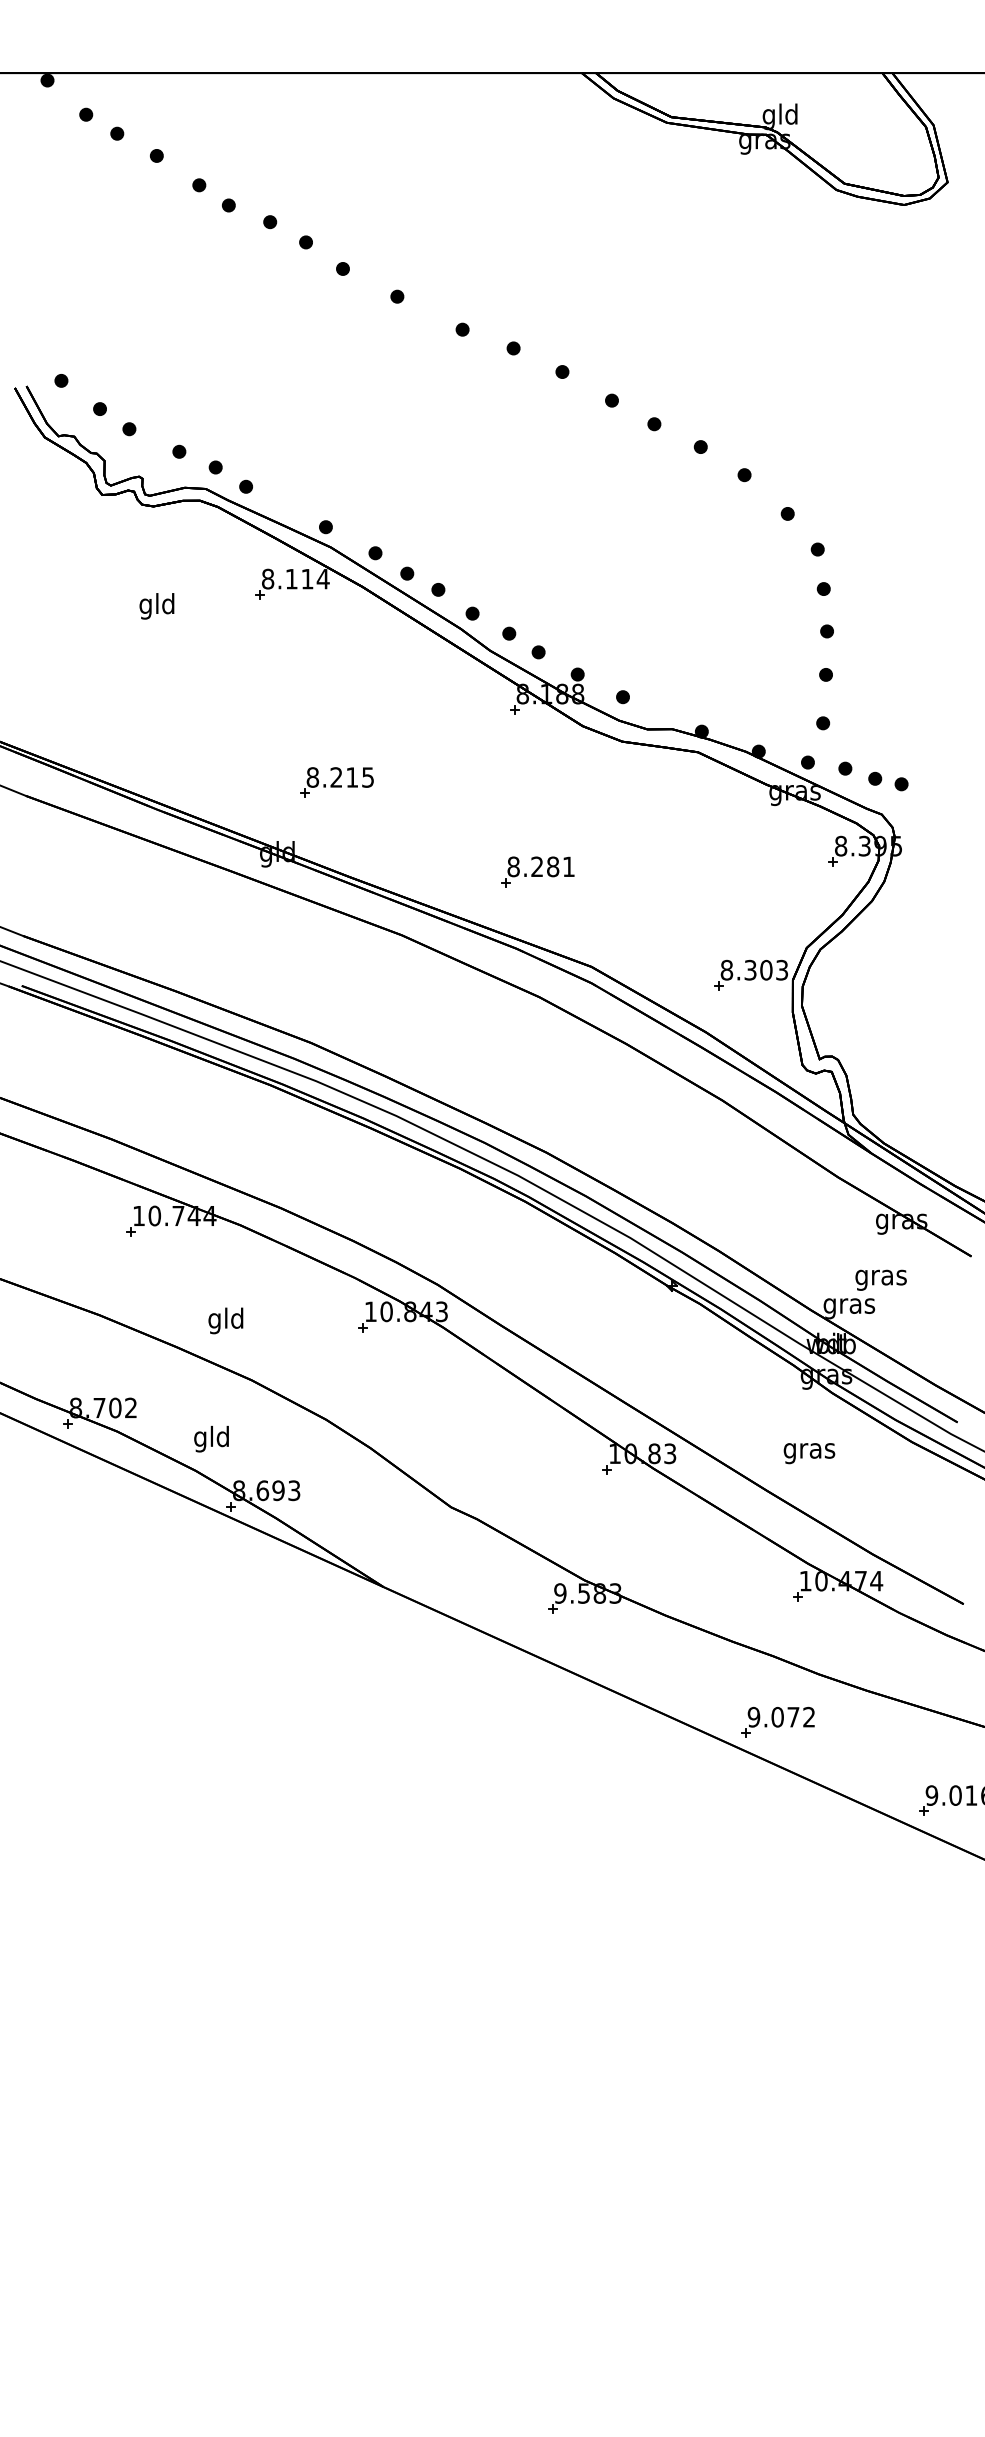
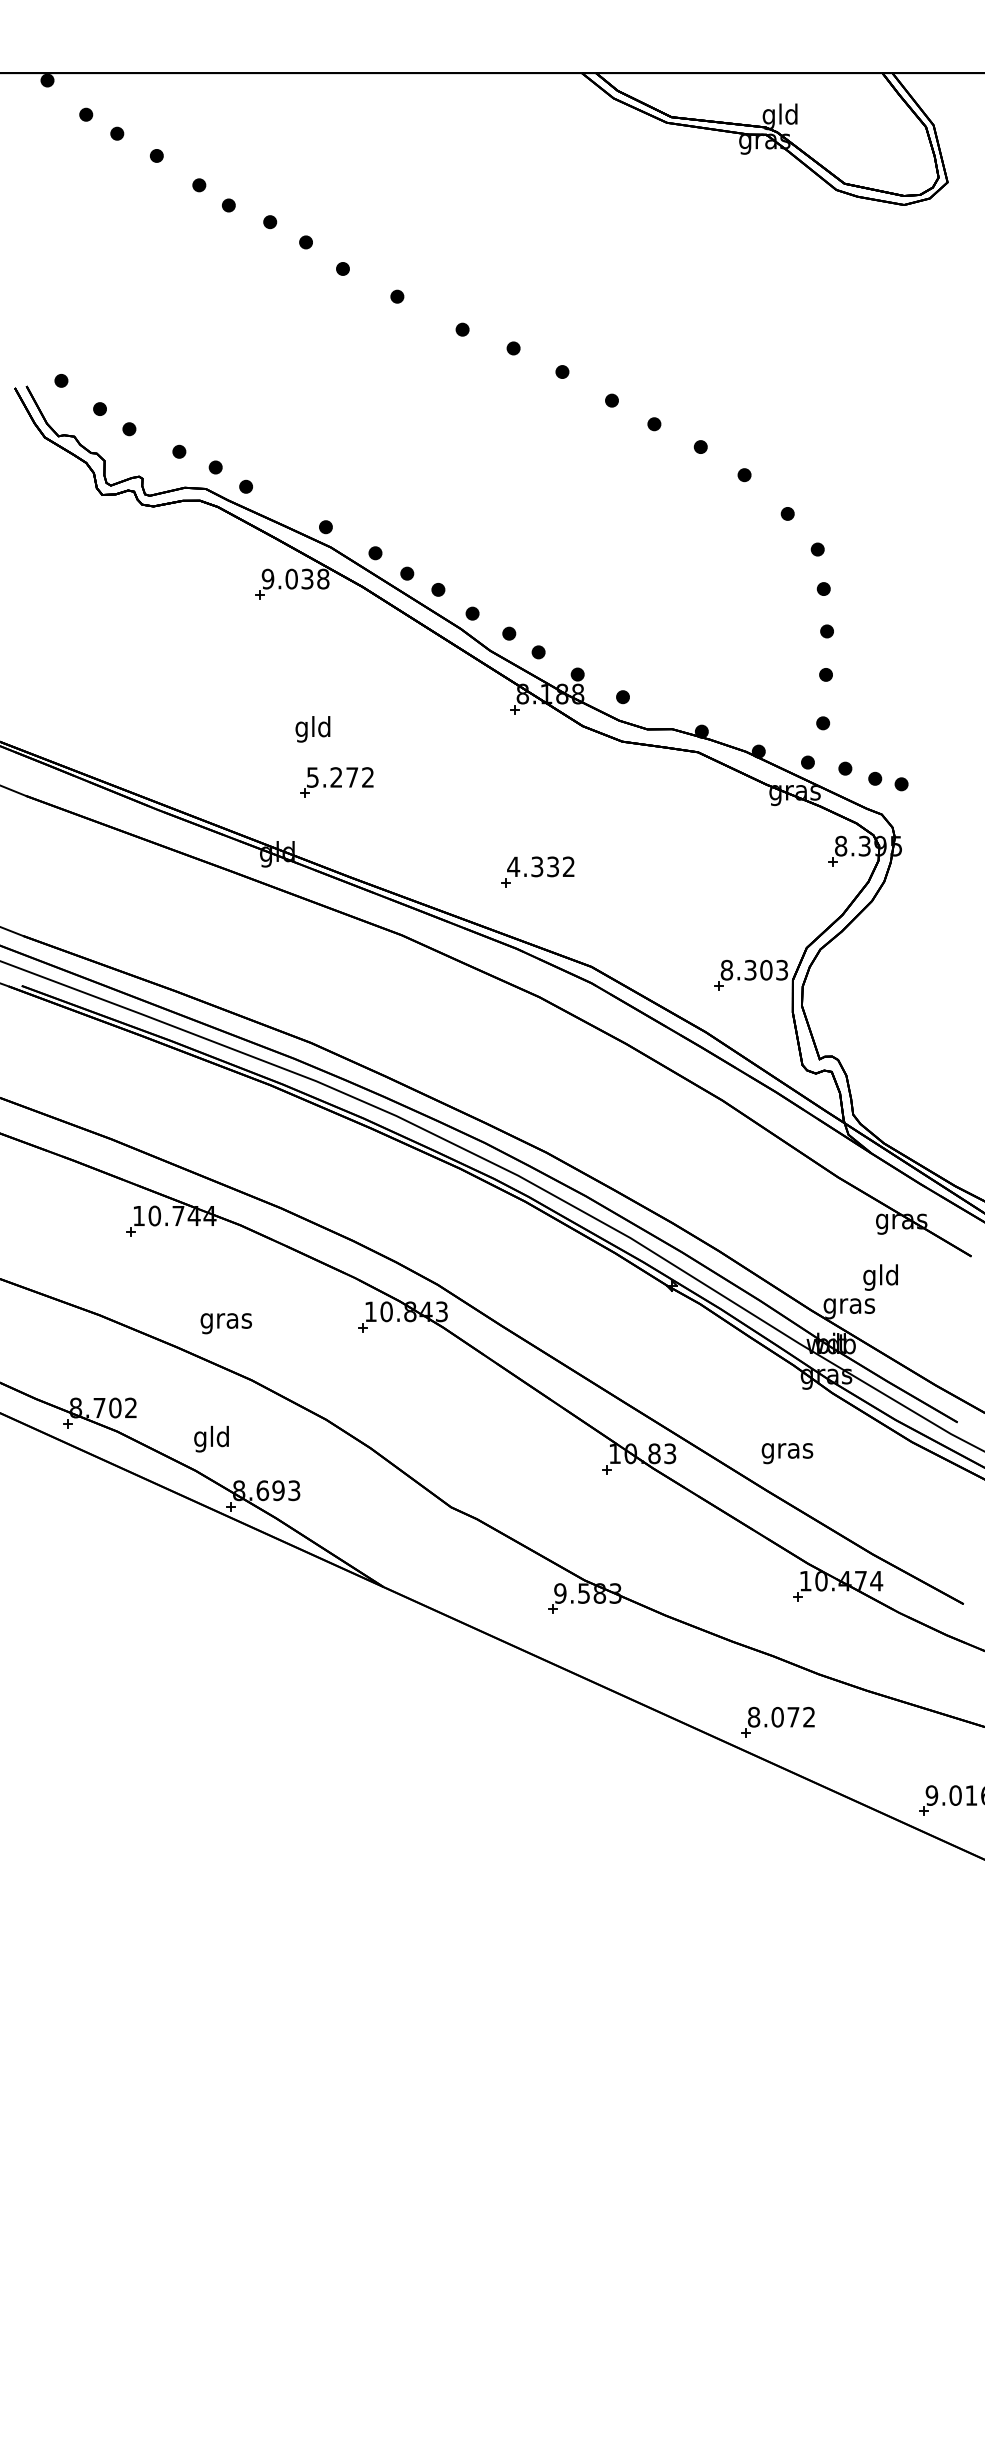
text at (295, 578): 8.114 -> 9.038
text at (156, 606) position: (156, 606) -> (312, 729)
text at (339, 777): 8.215 -> 5.272
text at (540, 866): 8.281 -> 4.332
text at (880, 1277): gras -> gld
text at (225, 1320): gld -> gras
text at (809, 1453) position: (809, 1453) -> (787, 1453)
text at (753, 1717): 9.072 -> 8.072
